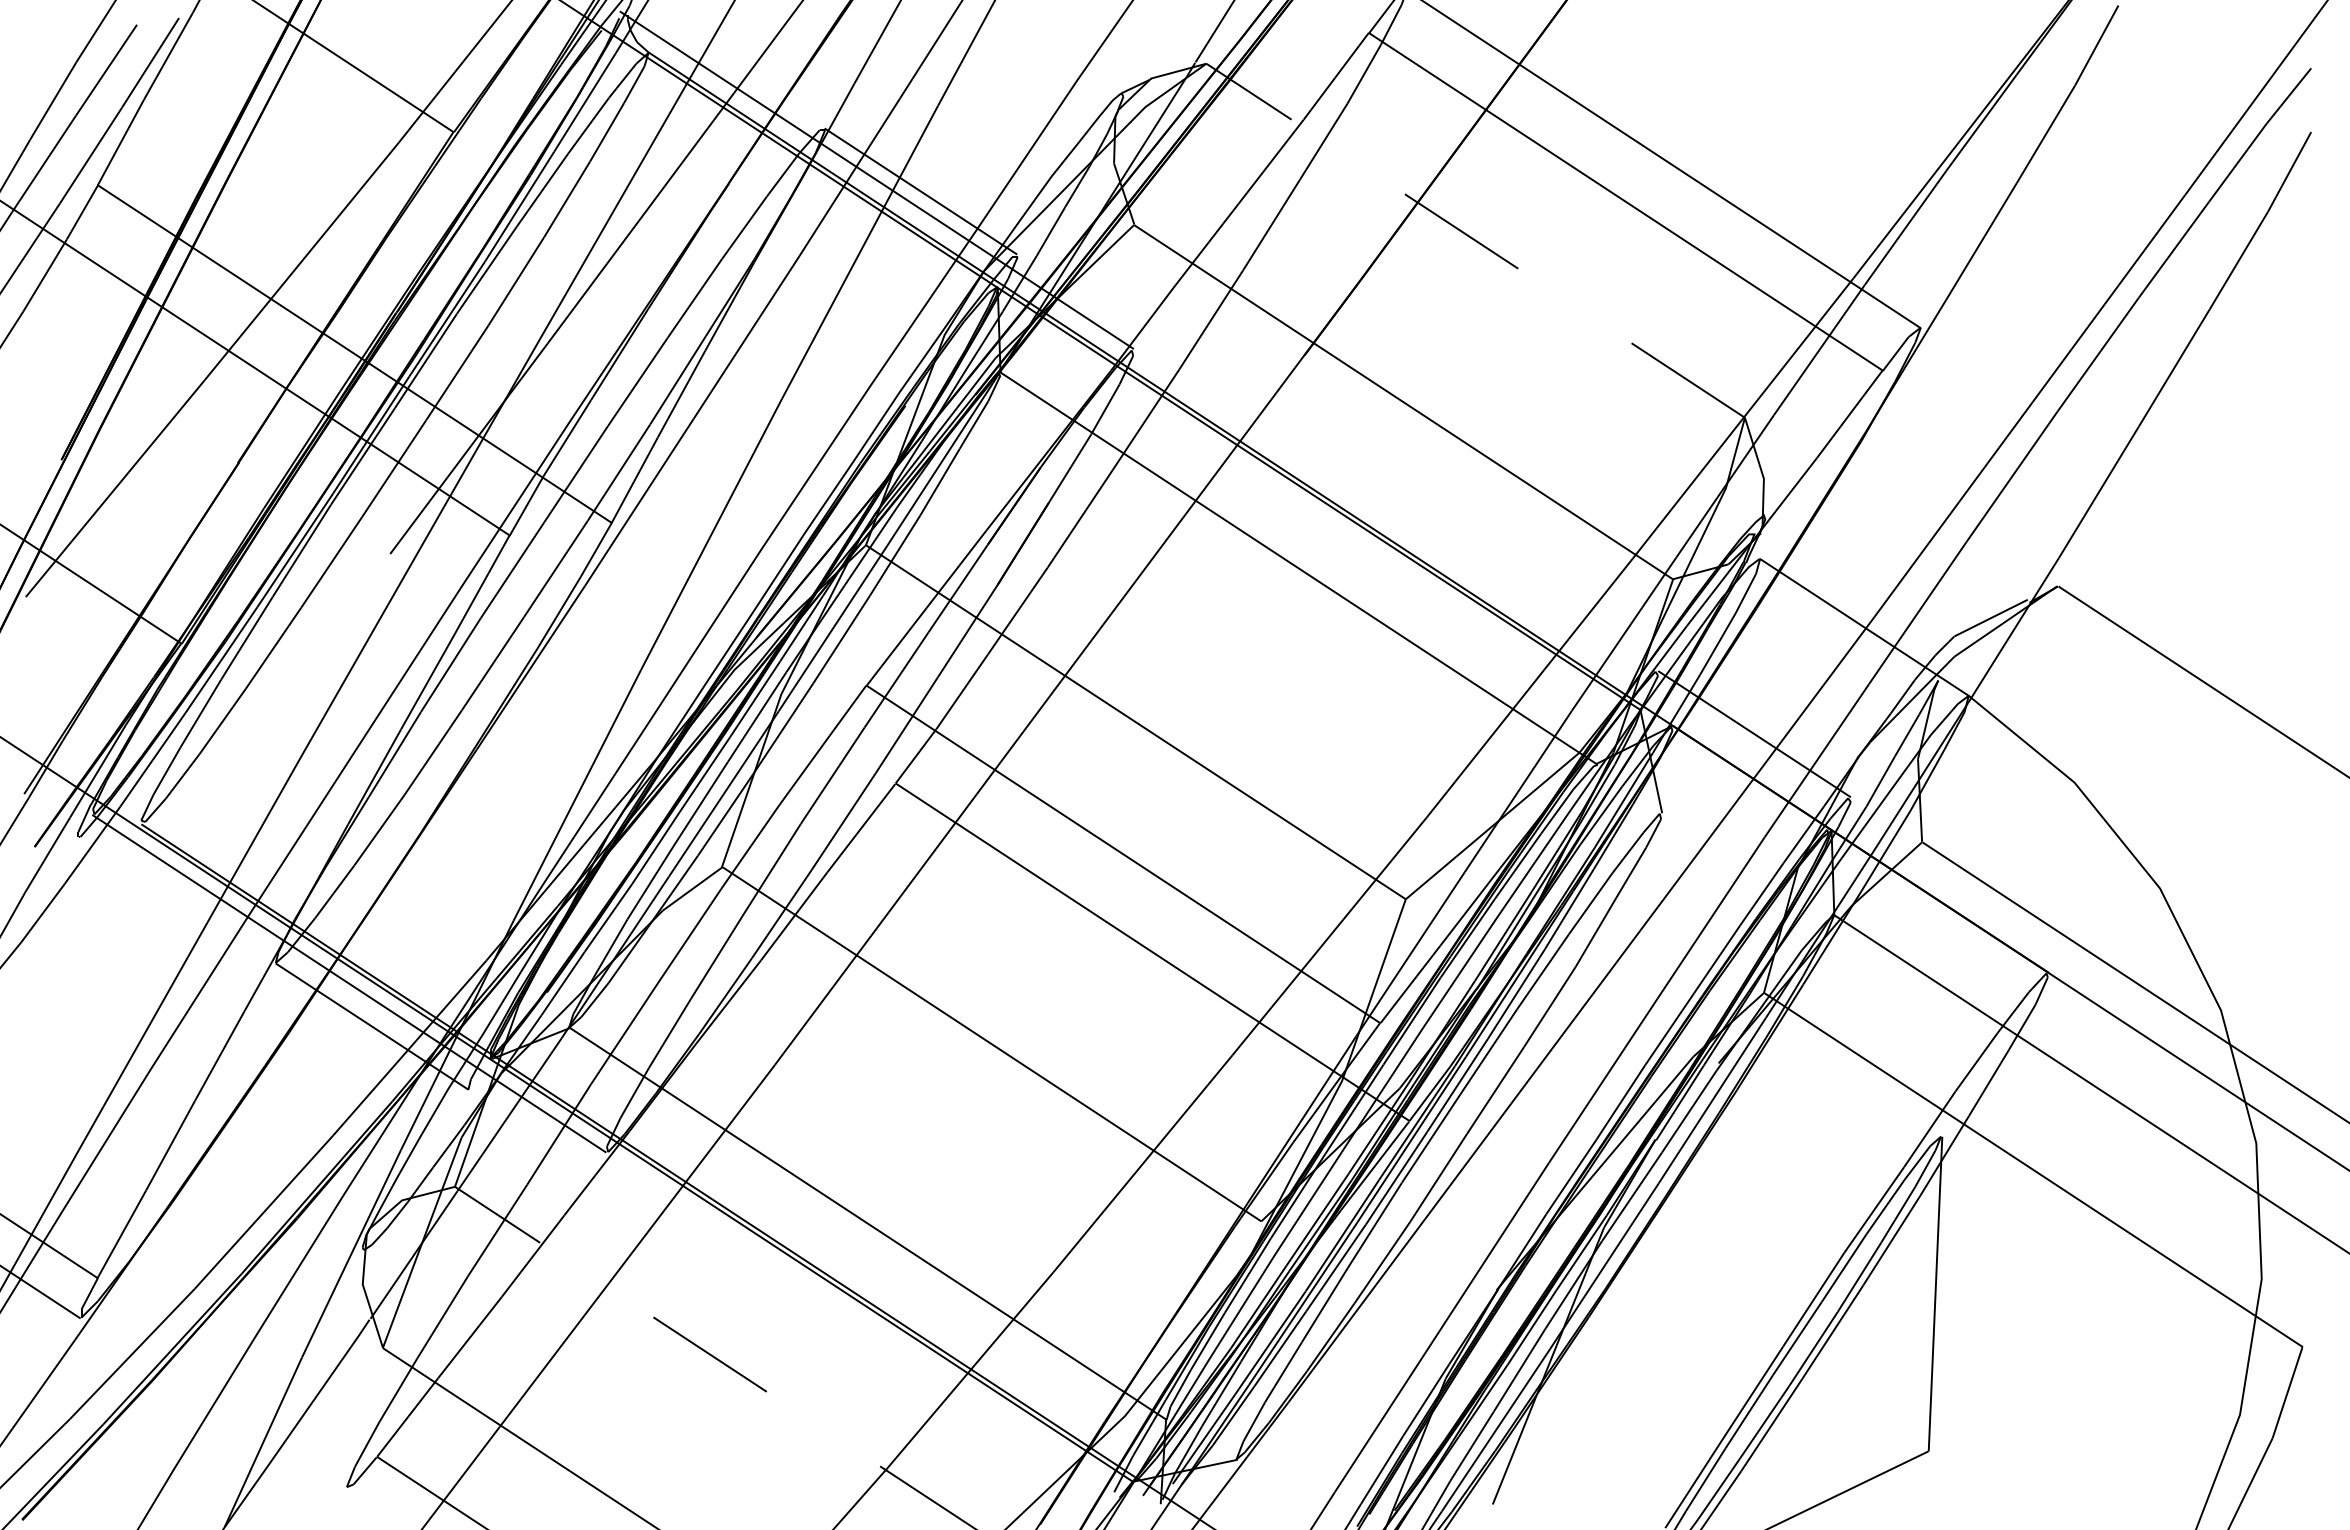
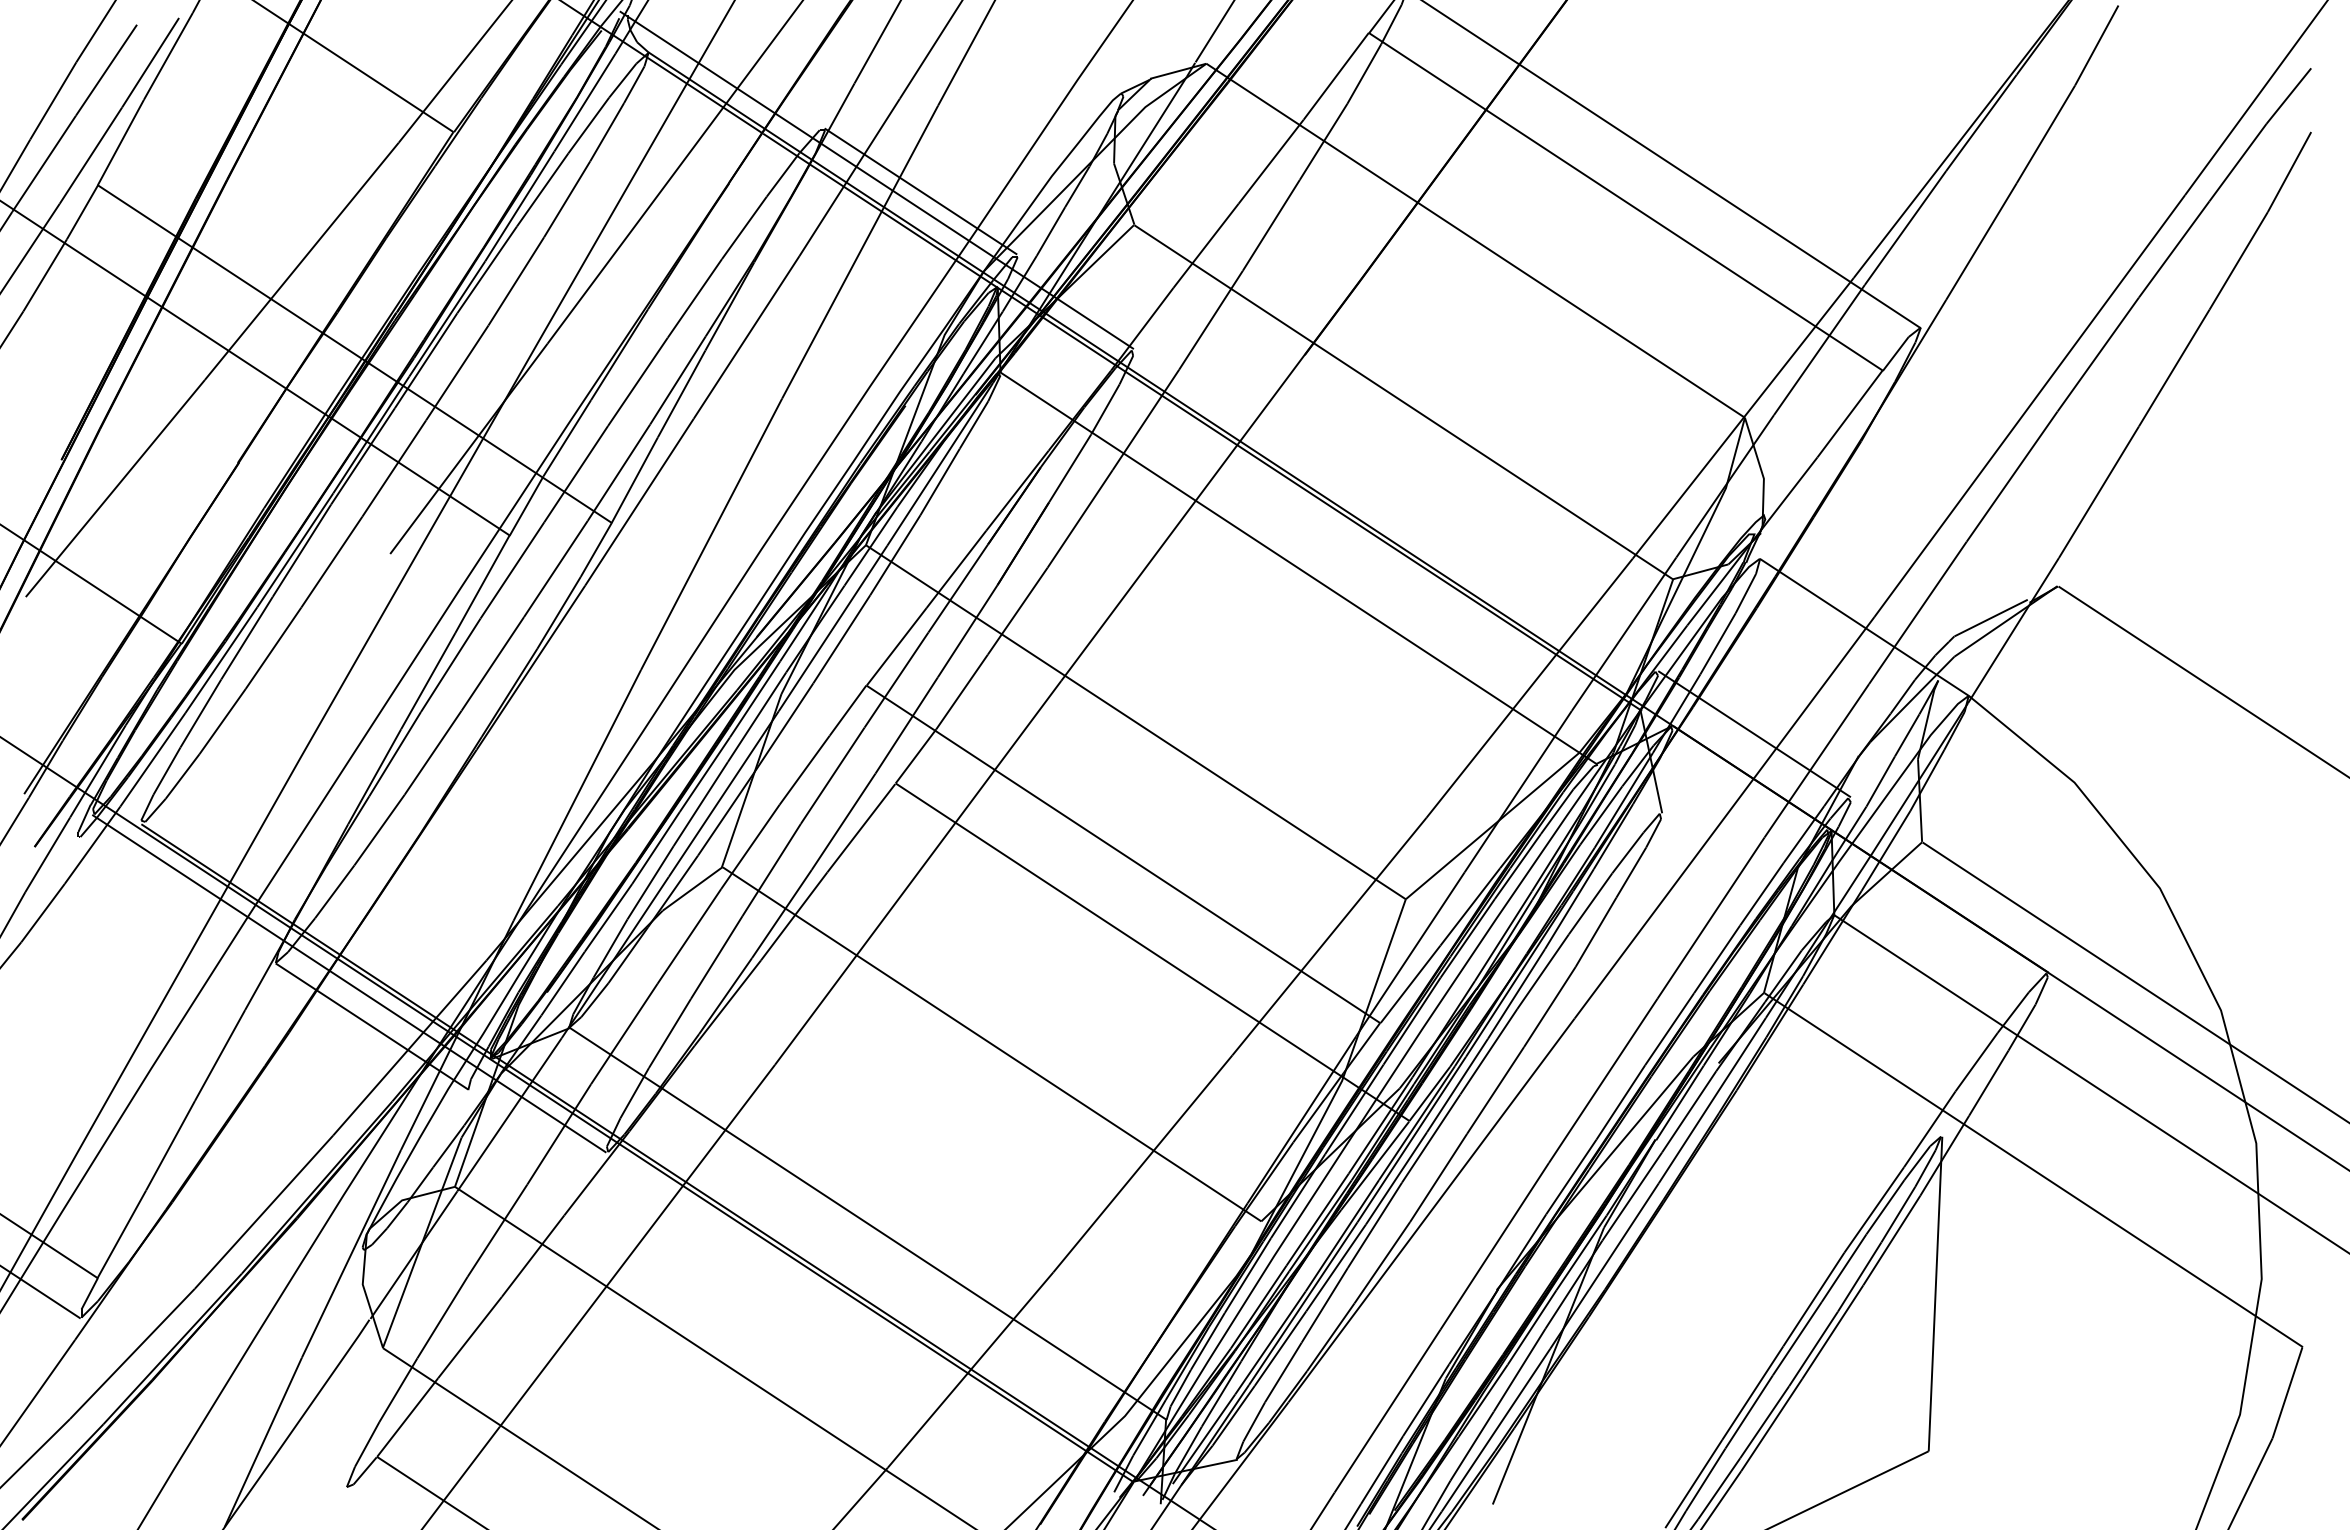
line at (1475, 240): dashed -> solid
line at (715, 1358): dashed -> solid
